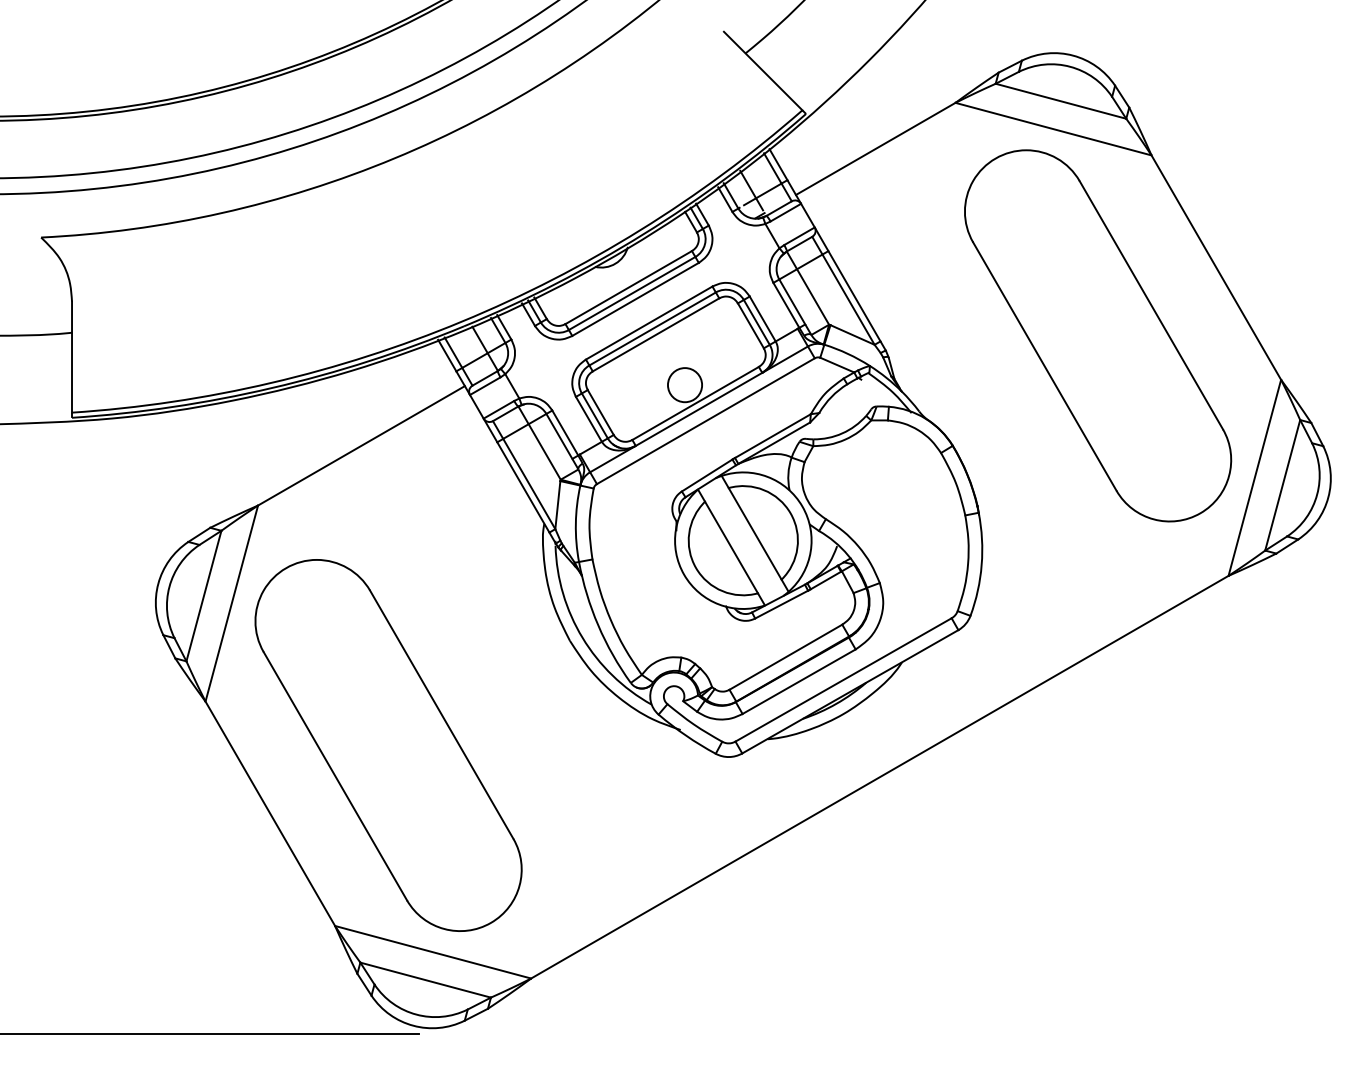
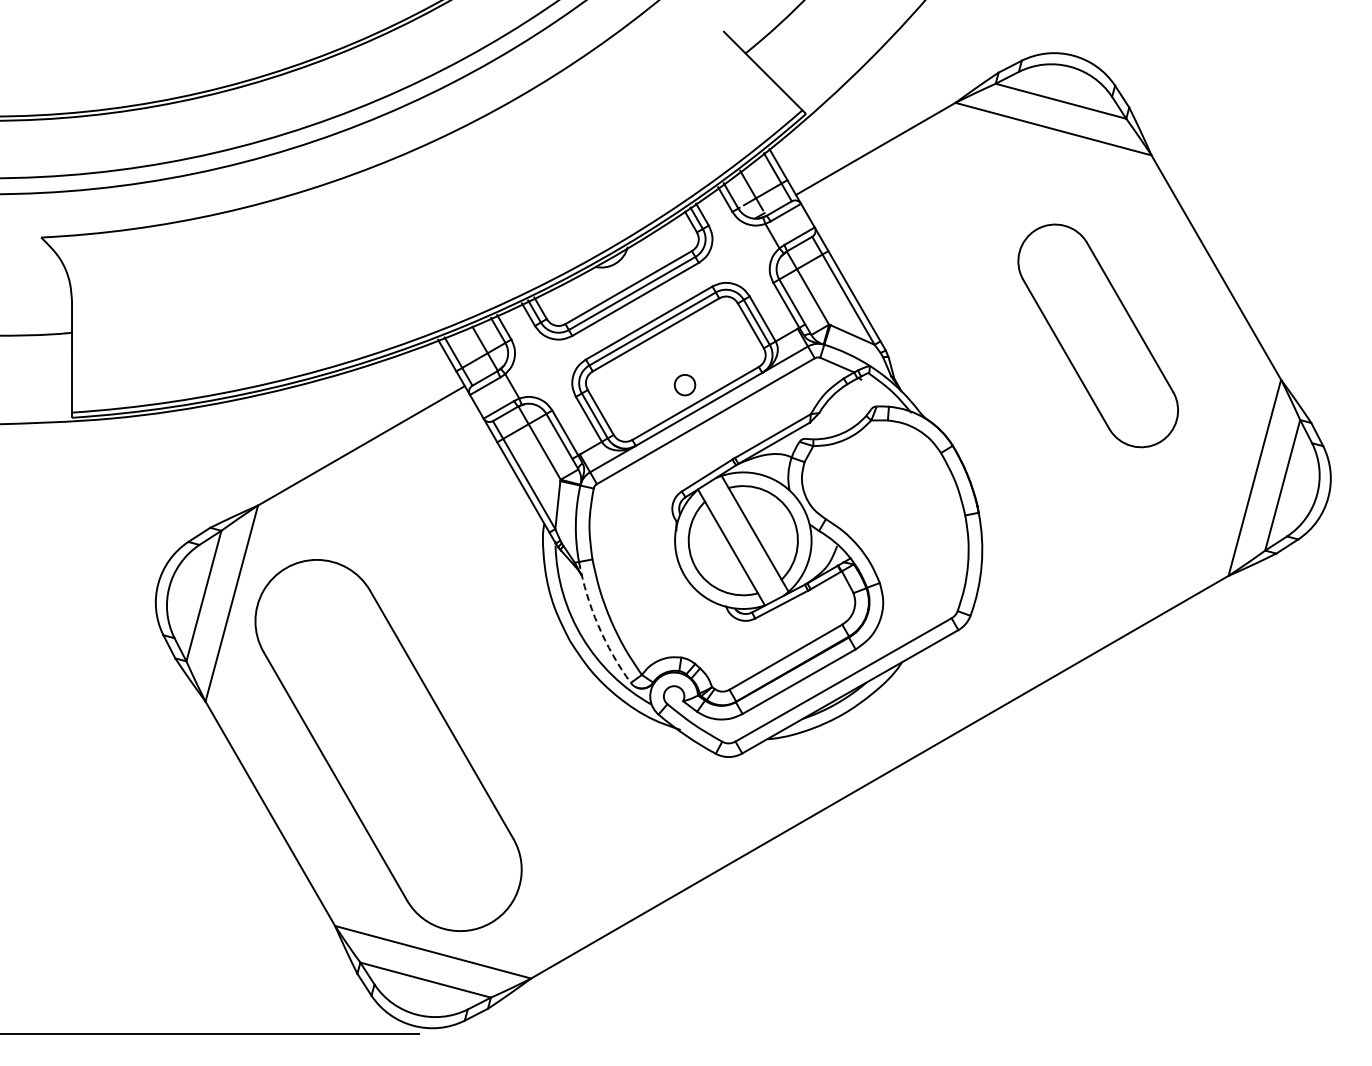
part at (1098, 335) size: 269x374 px -> 163x226 px
circle at (684, 385) diameter: 34 px -> 20 px
arc at (598, 625): solid -> dashed
